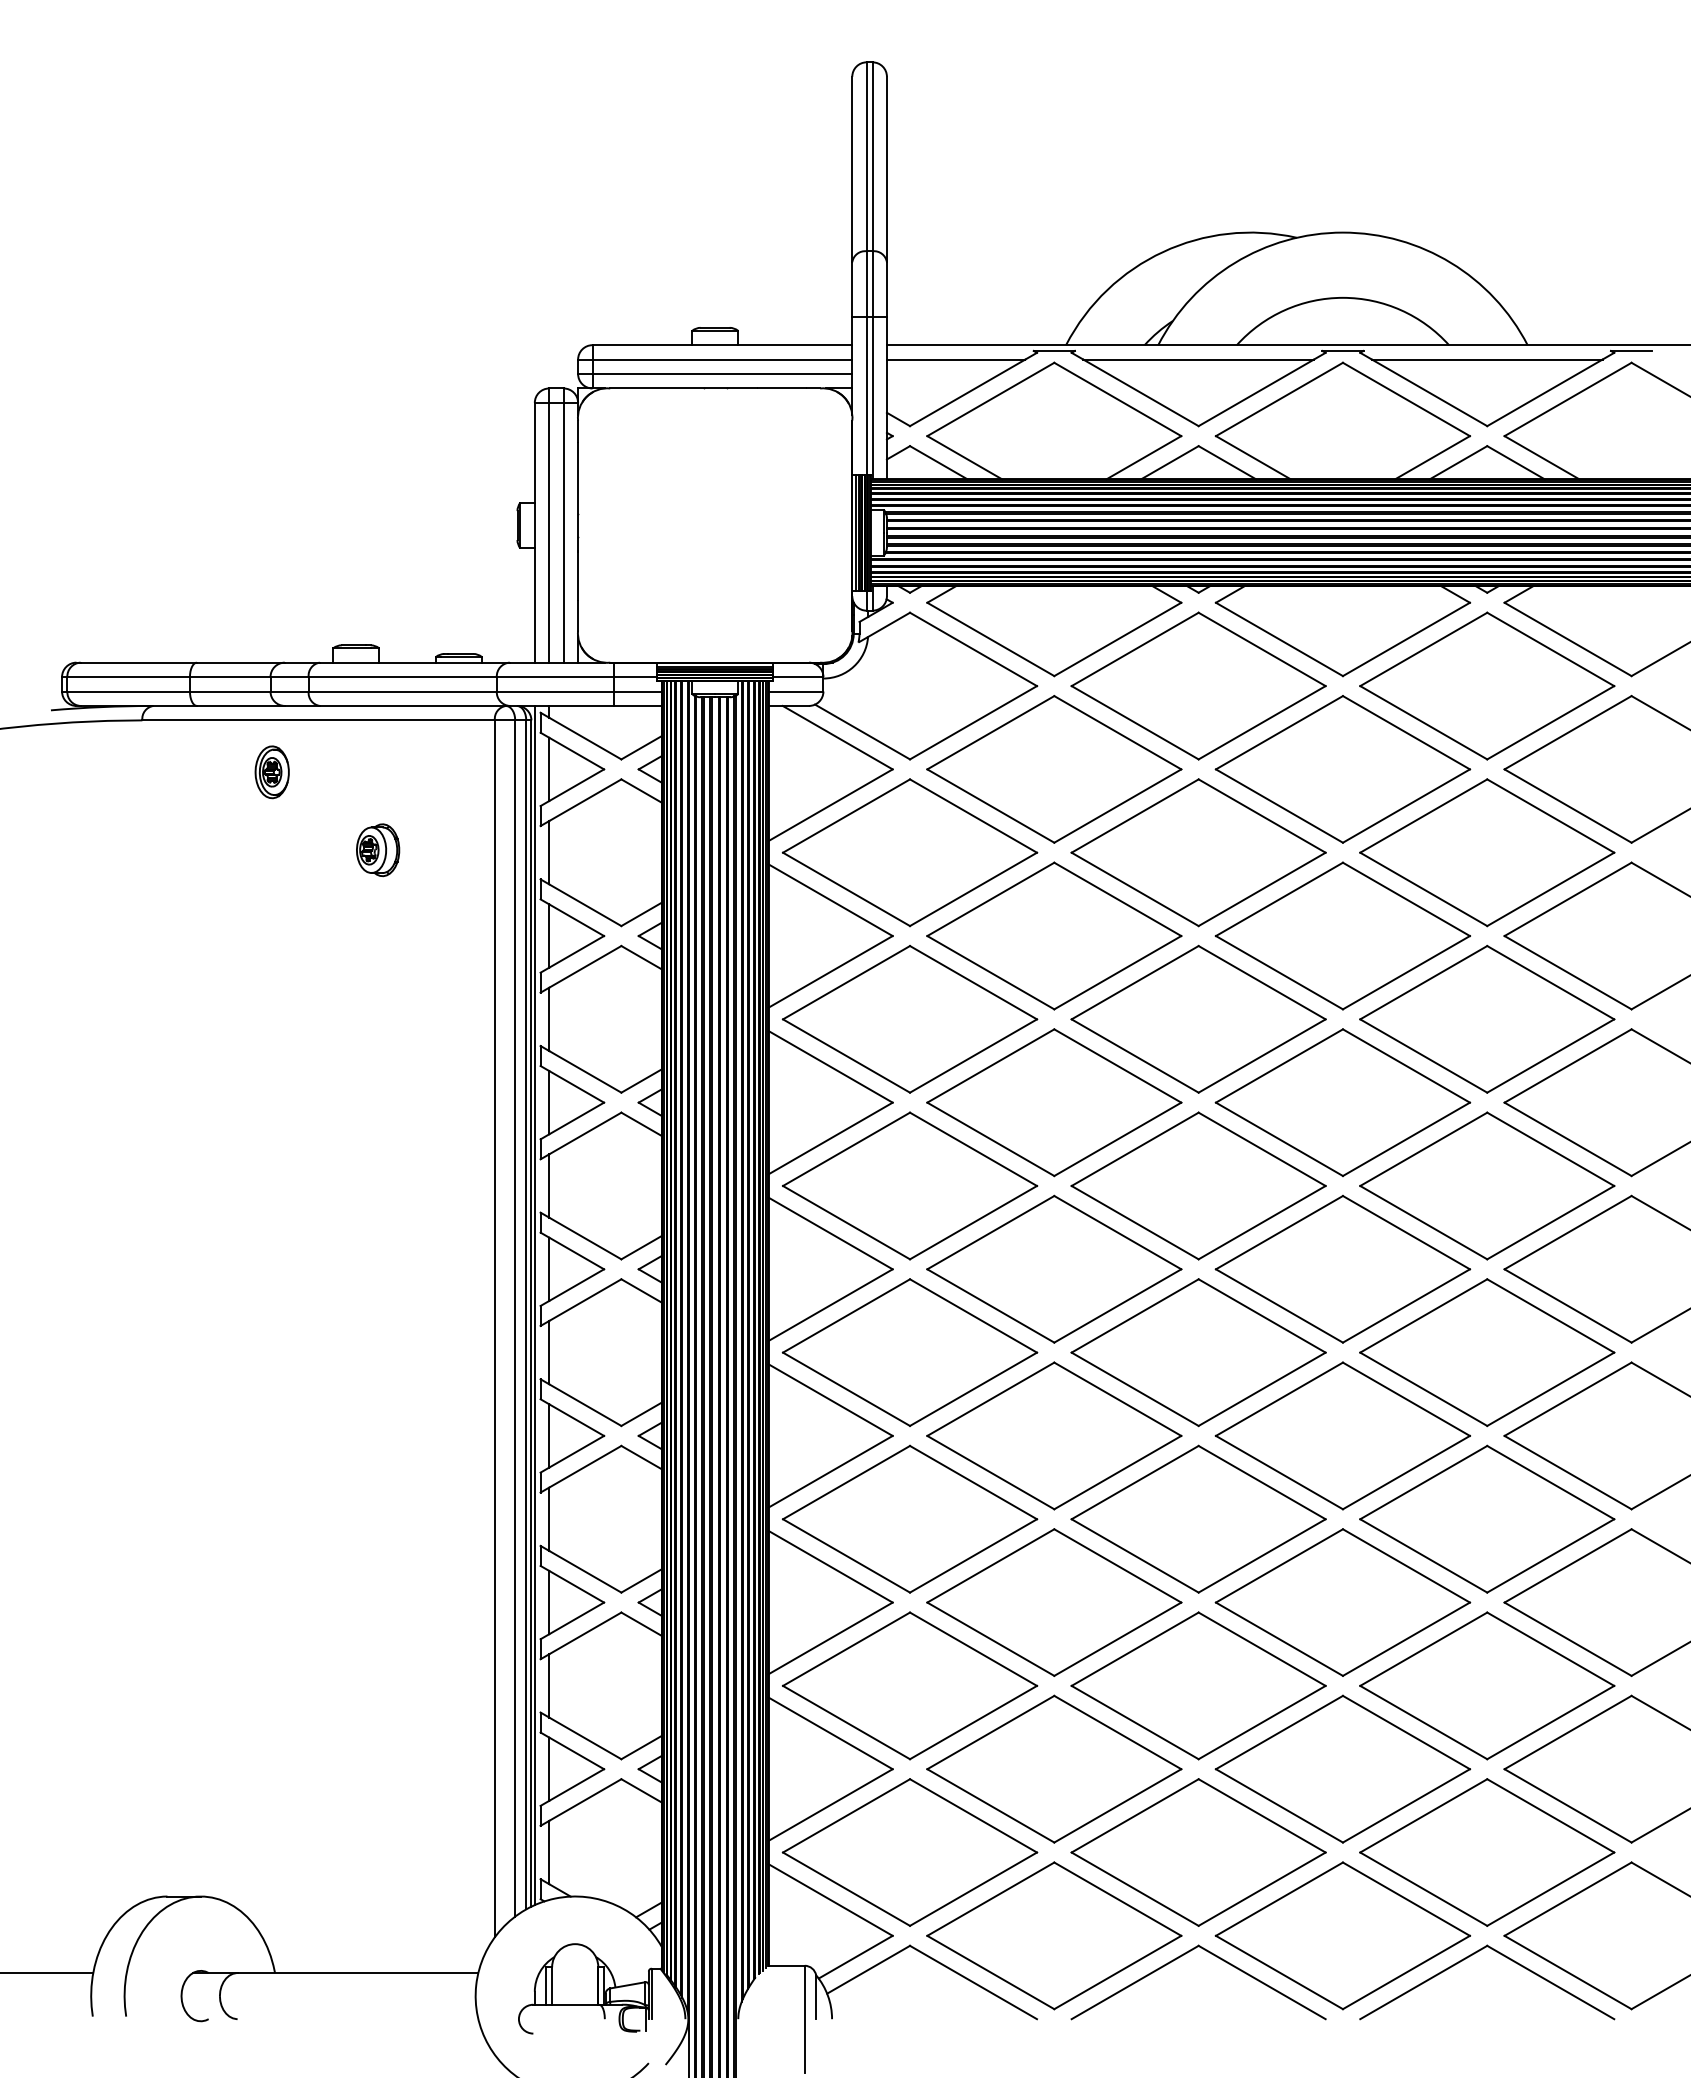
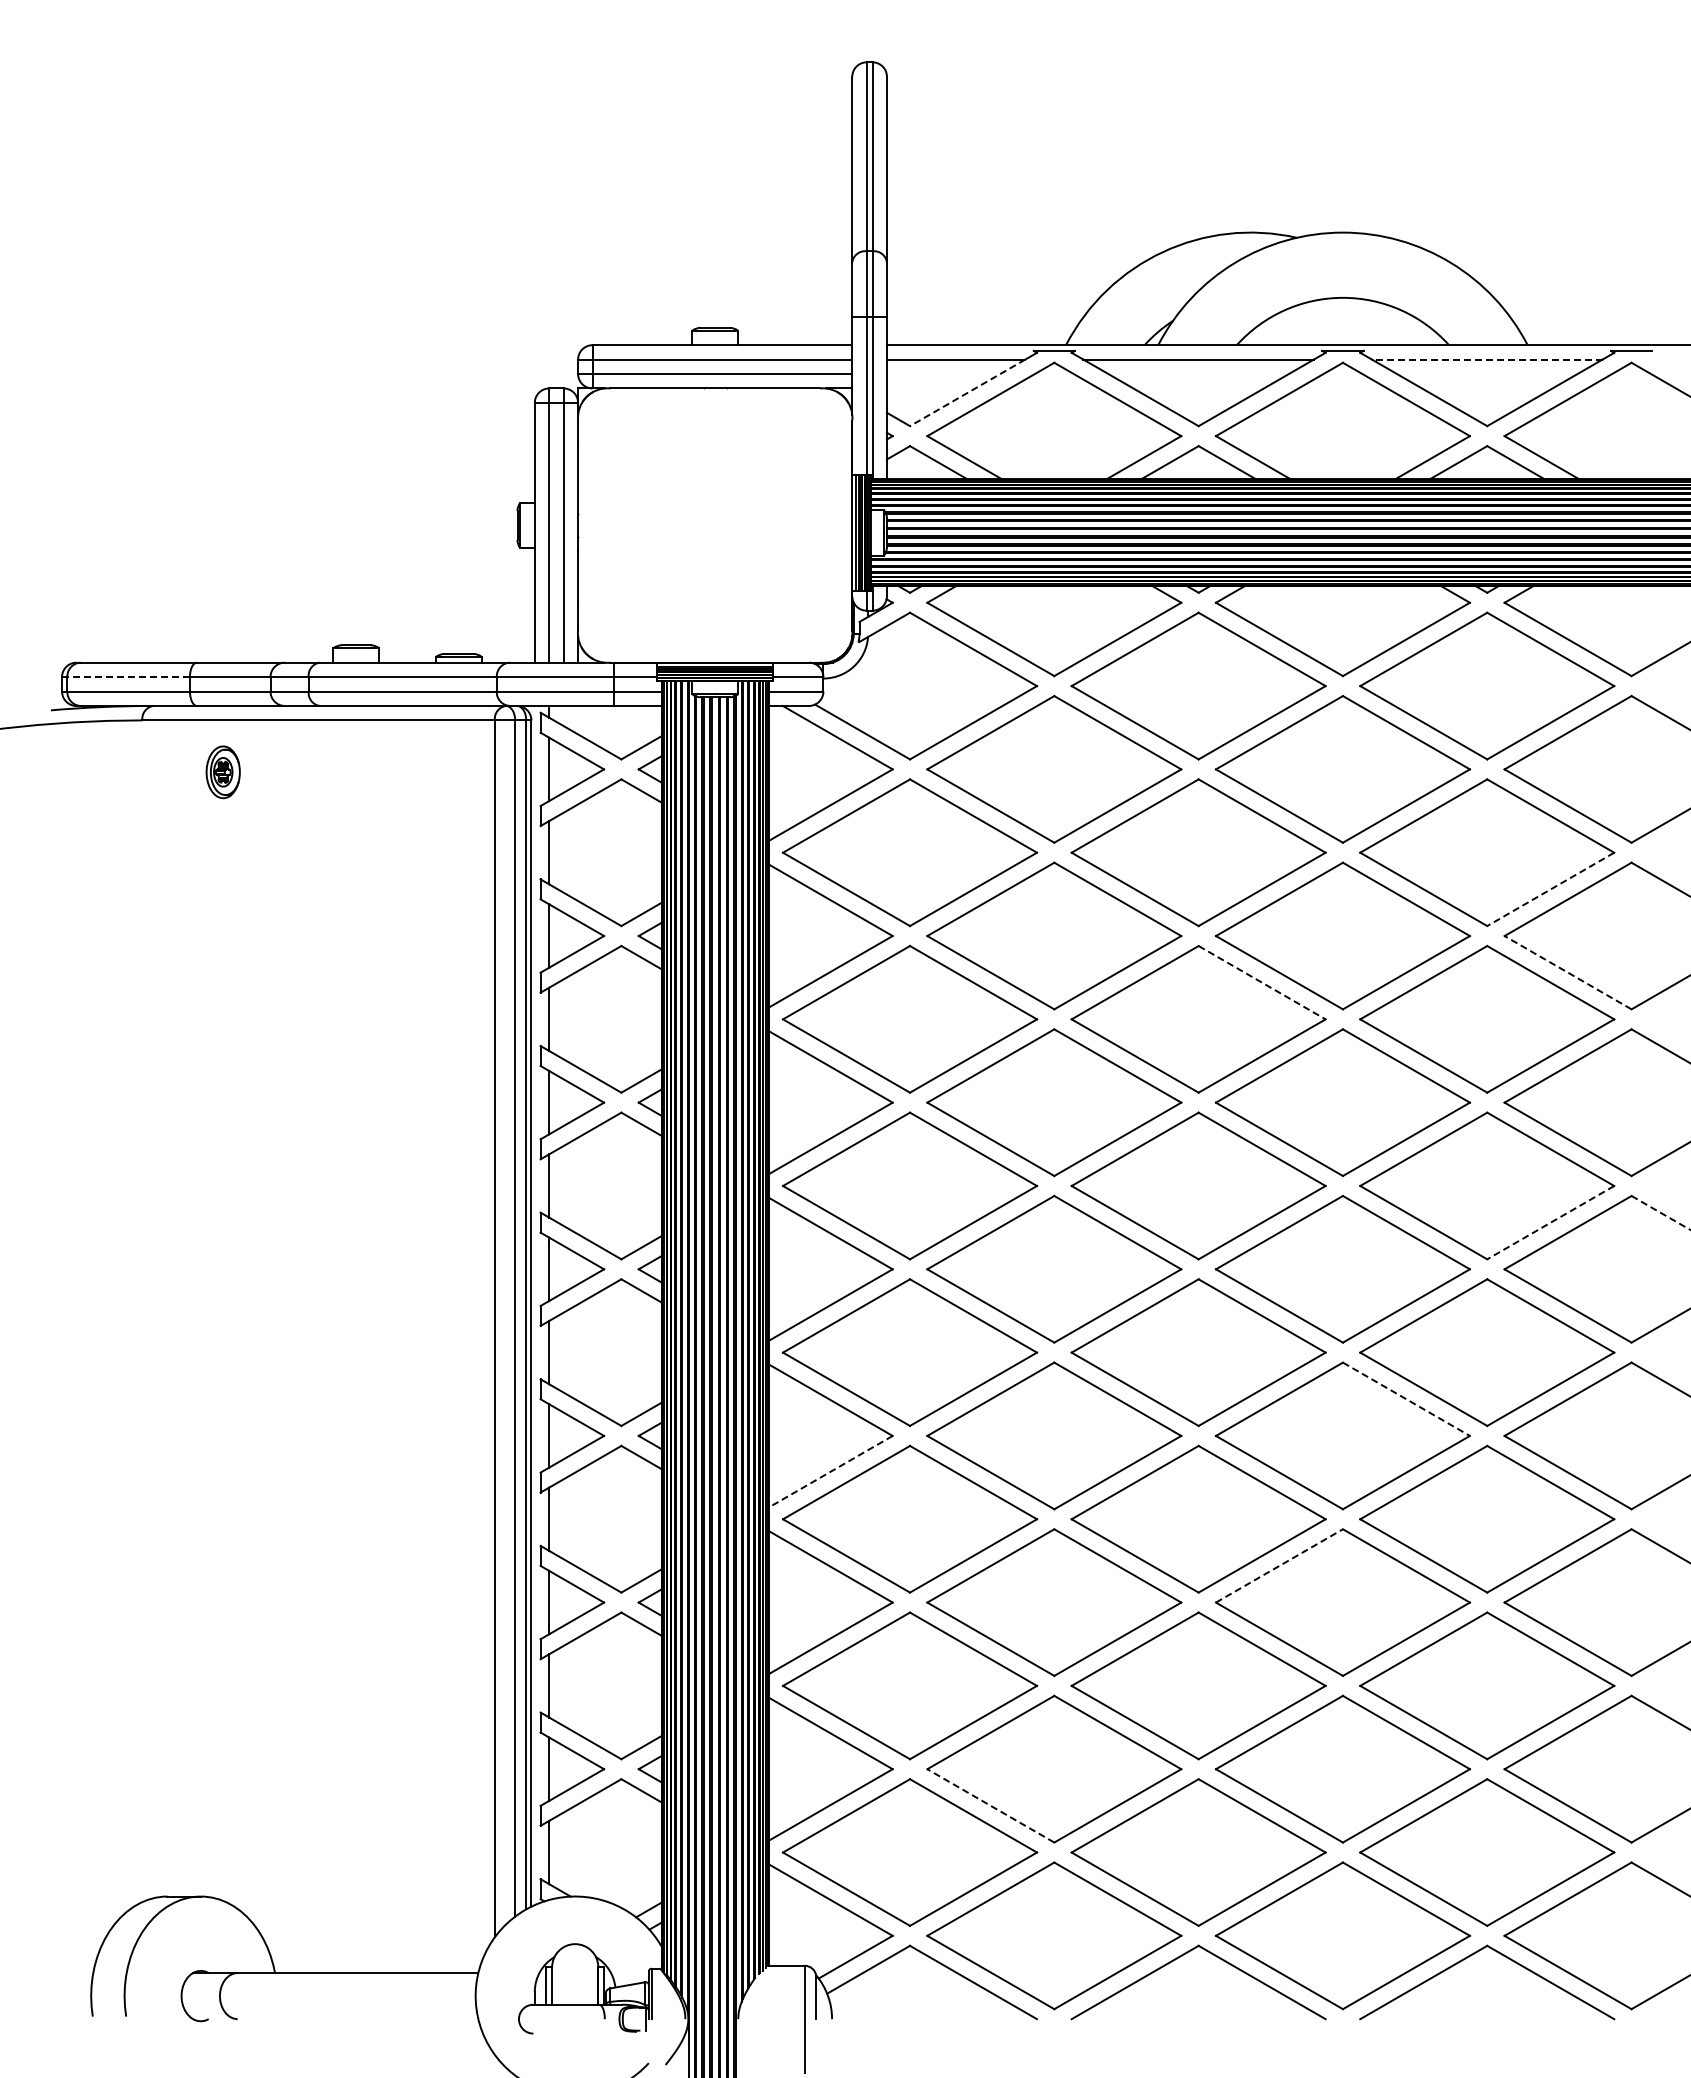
line at (1486, 359): solid -> dashed
line at (967, 392): solid -> dashed
line at (128, 677): solid -> dashed
part at (271, 772) position: (271, 772) -> (222, 772)
part at (378, 850): present -> none
line at (1550, 889): solid -> dashed
line at (1567, 972): solid -> dashed
line at (1262, 982): solid -> dashed
line at (1660, 1212): solid -> dashed
line at (1550, 1222): solid -> dashed
line at (534, 1305): present -> none
line at (1406, 1399): solid -> dashed
line at (830, 1471): solid -> dashed
line at (1279, 1565): solid -> dashed
line at (990, 1805): solid -> dashed
line at (47, 1973): present -> none
